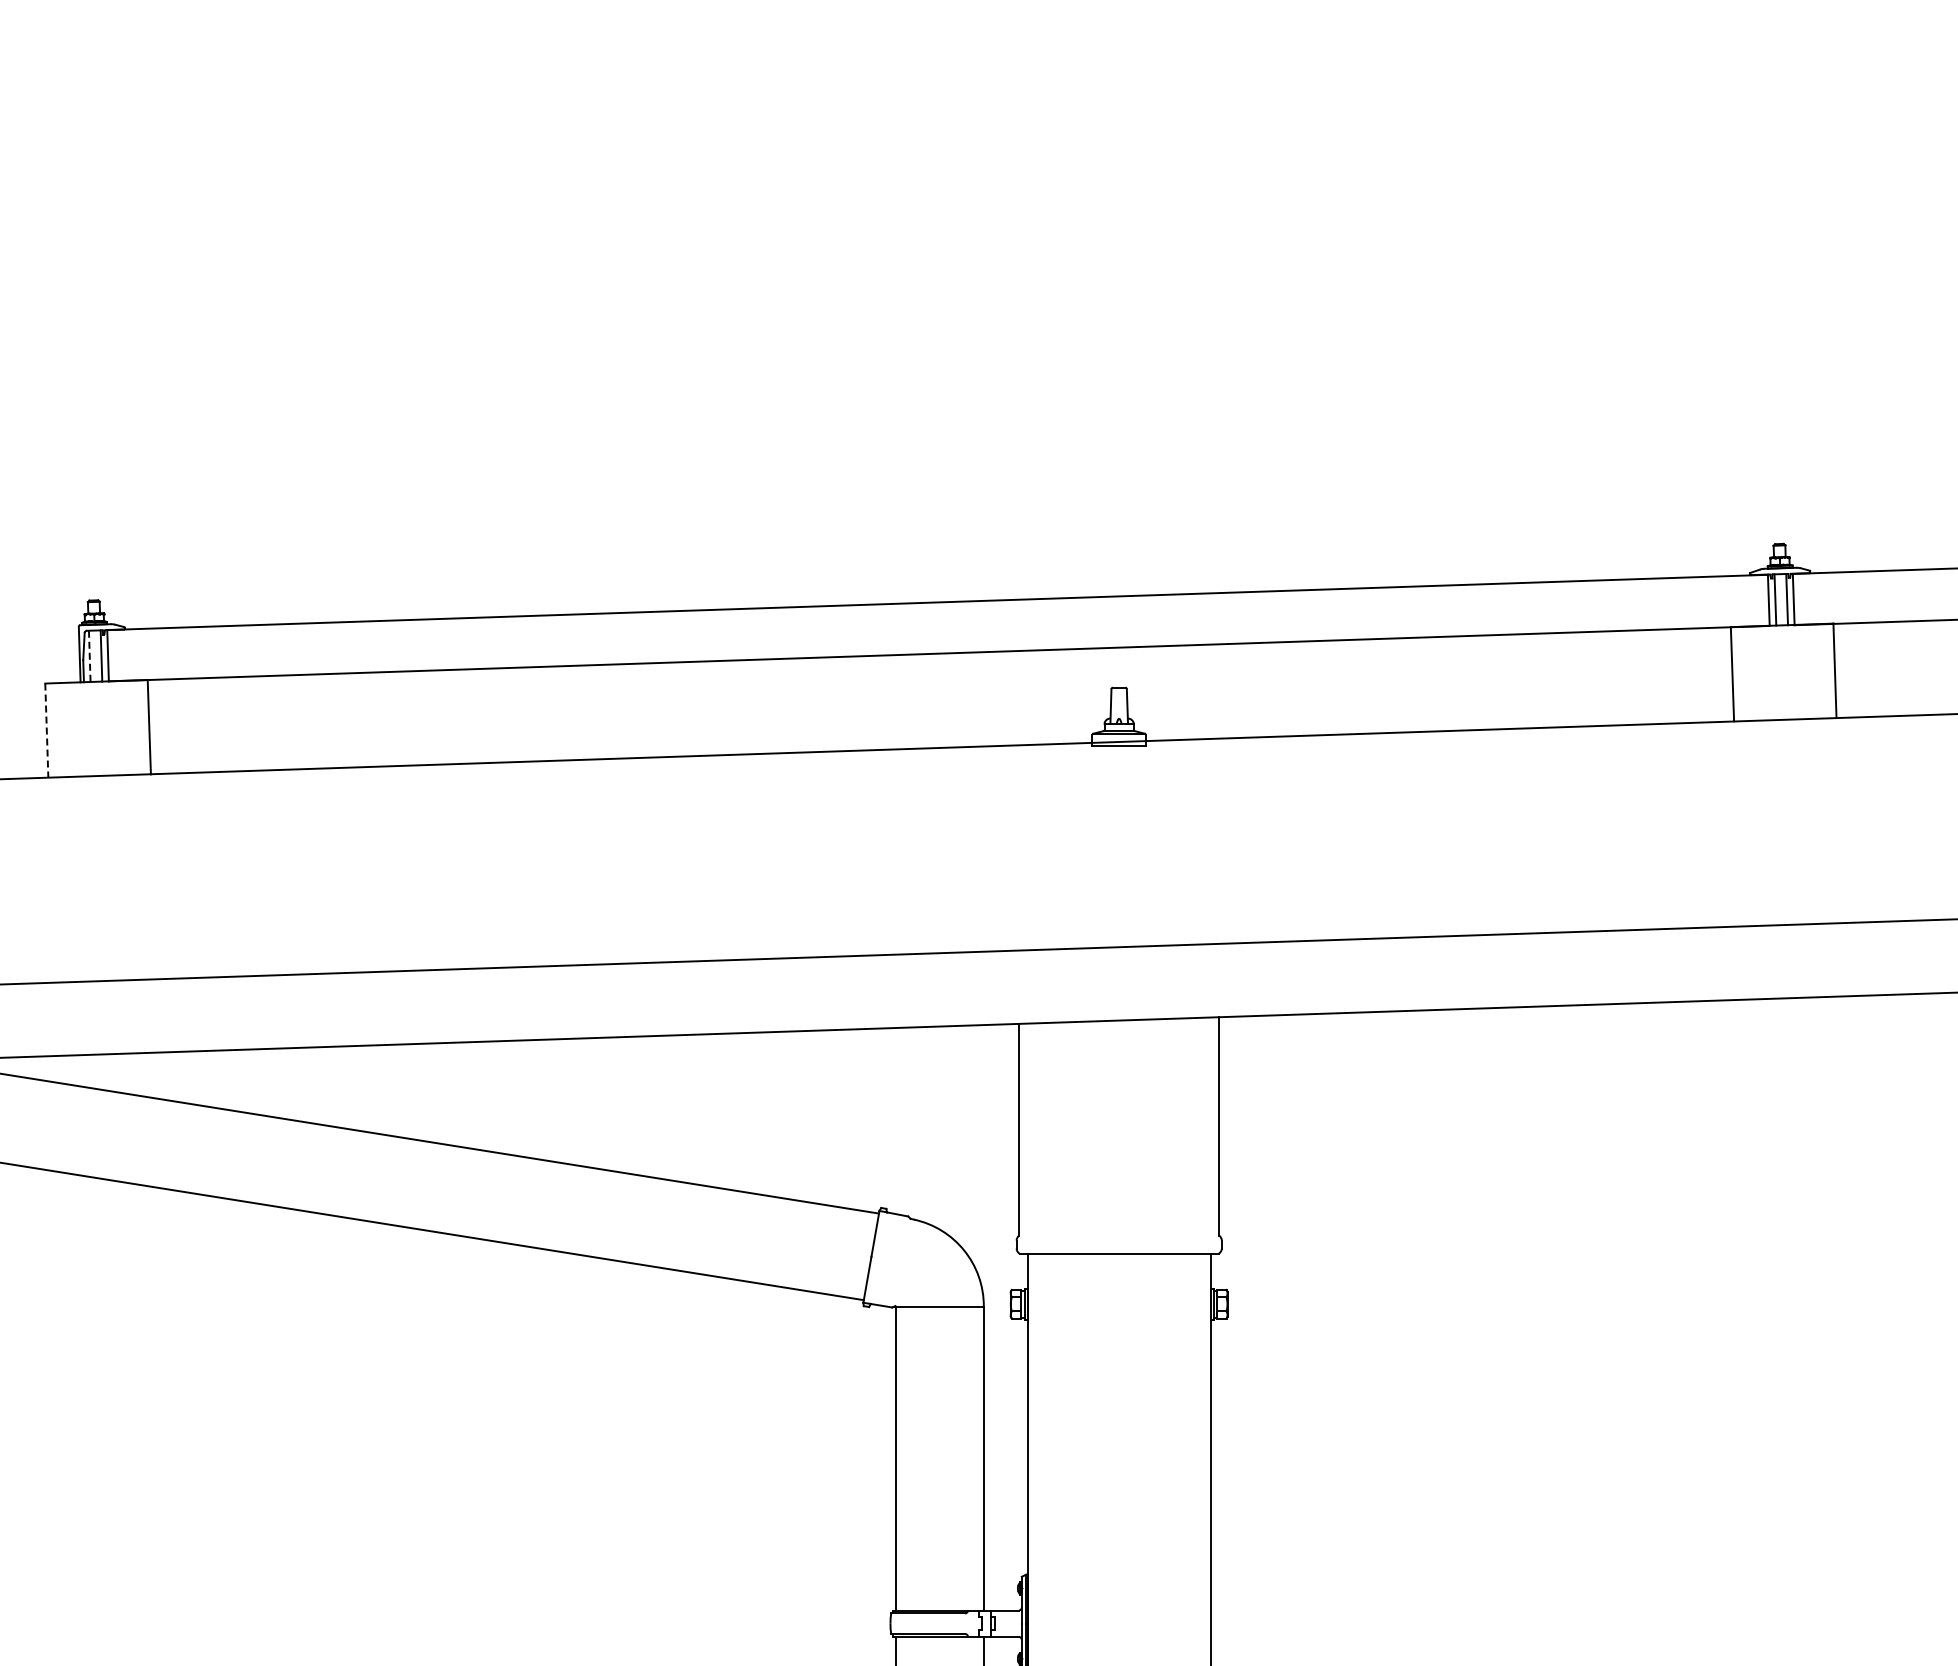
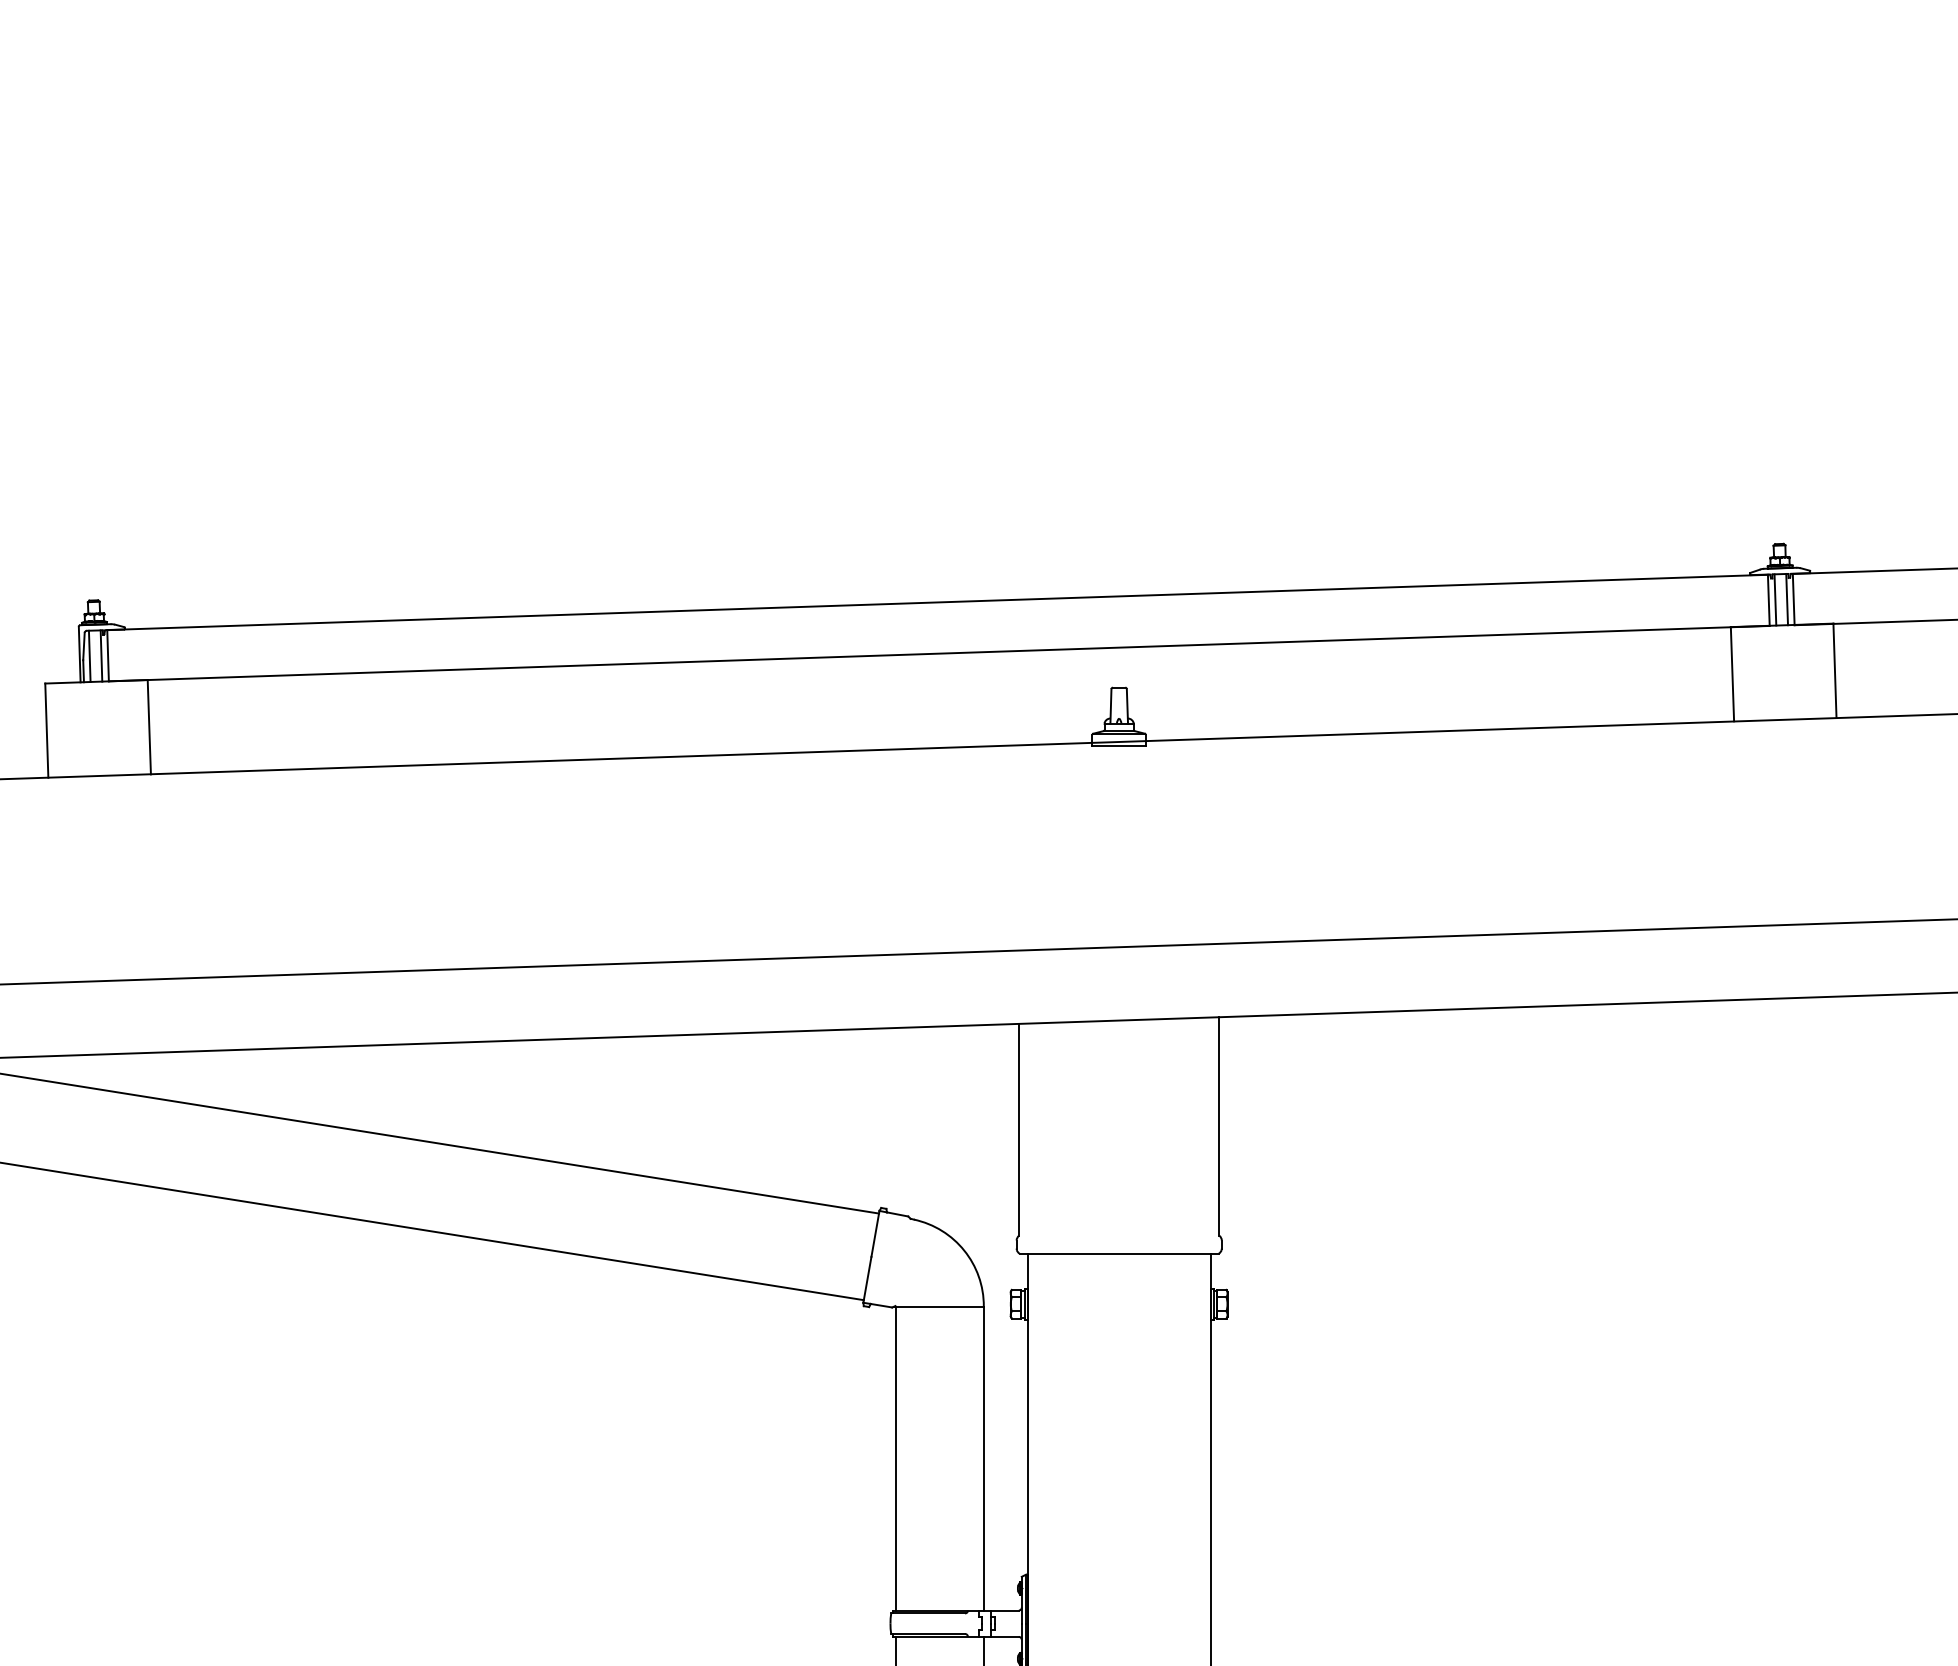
line at (89, 656): dashed -> solid
line at (46, 731): dashed -> solid
